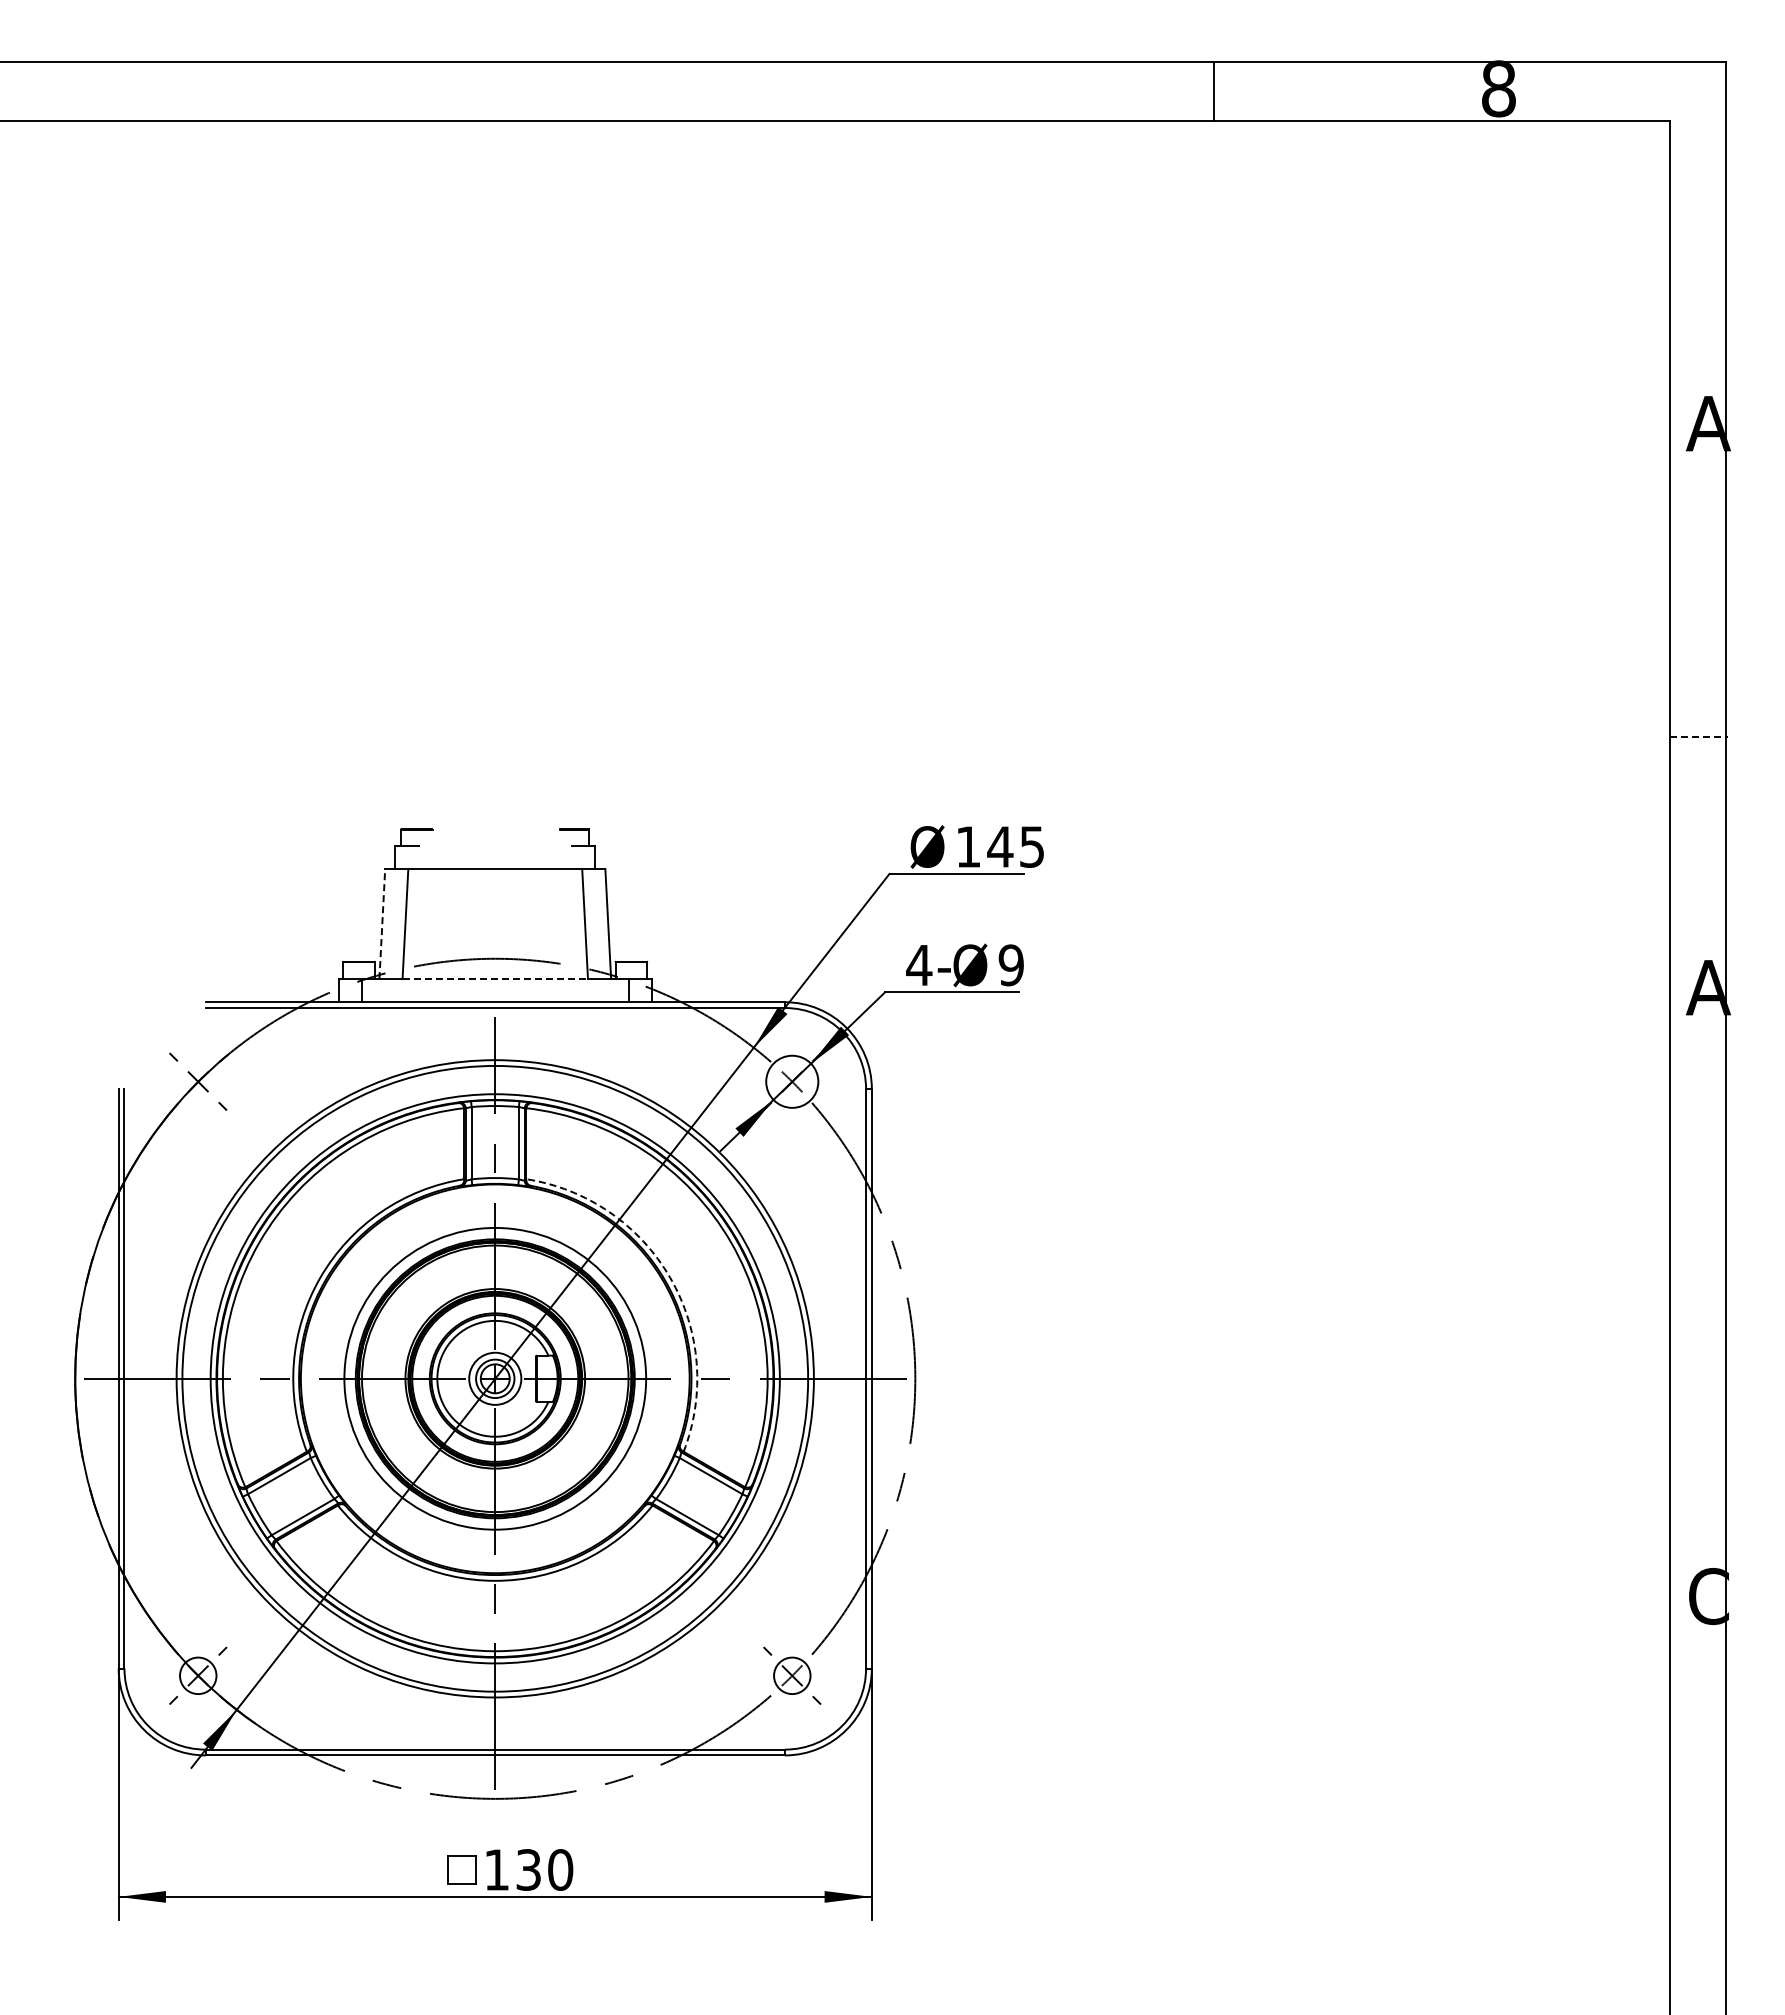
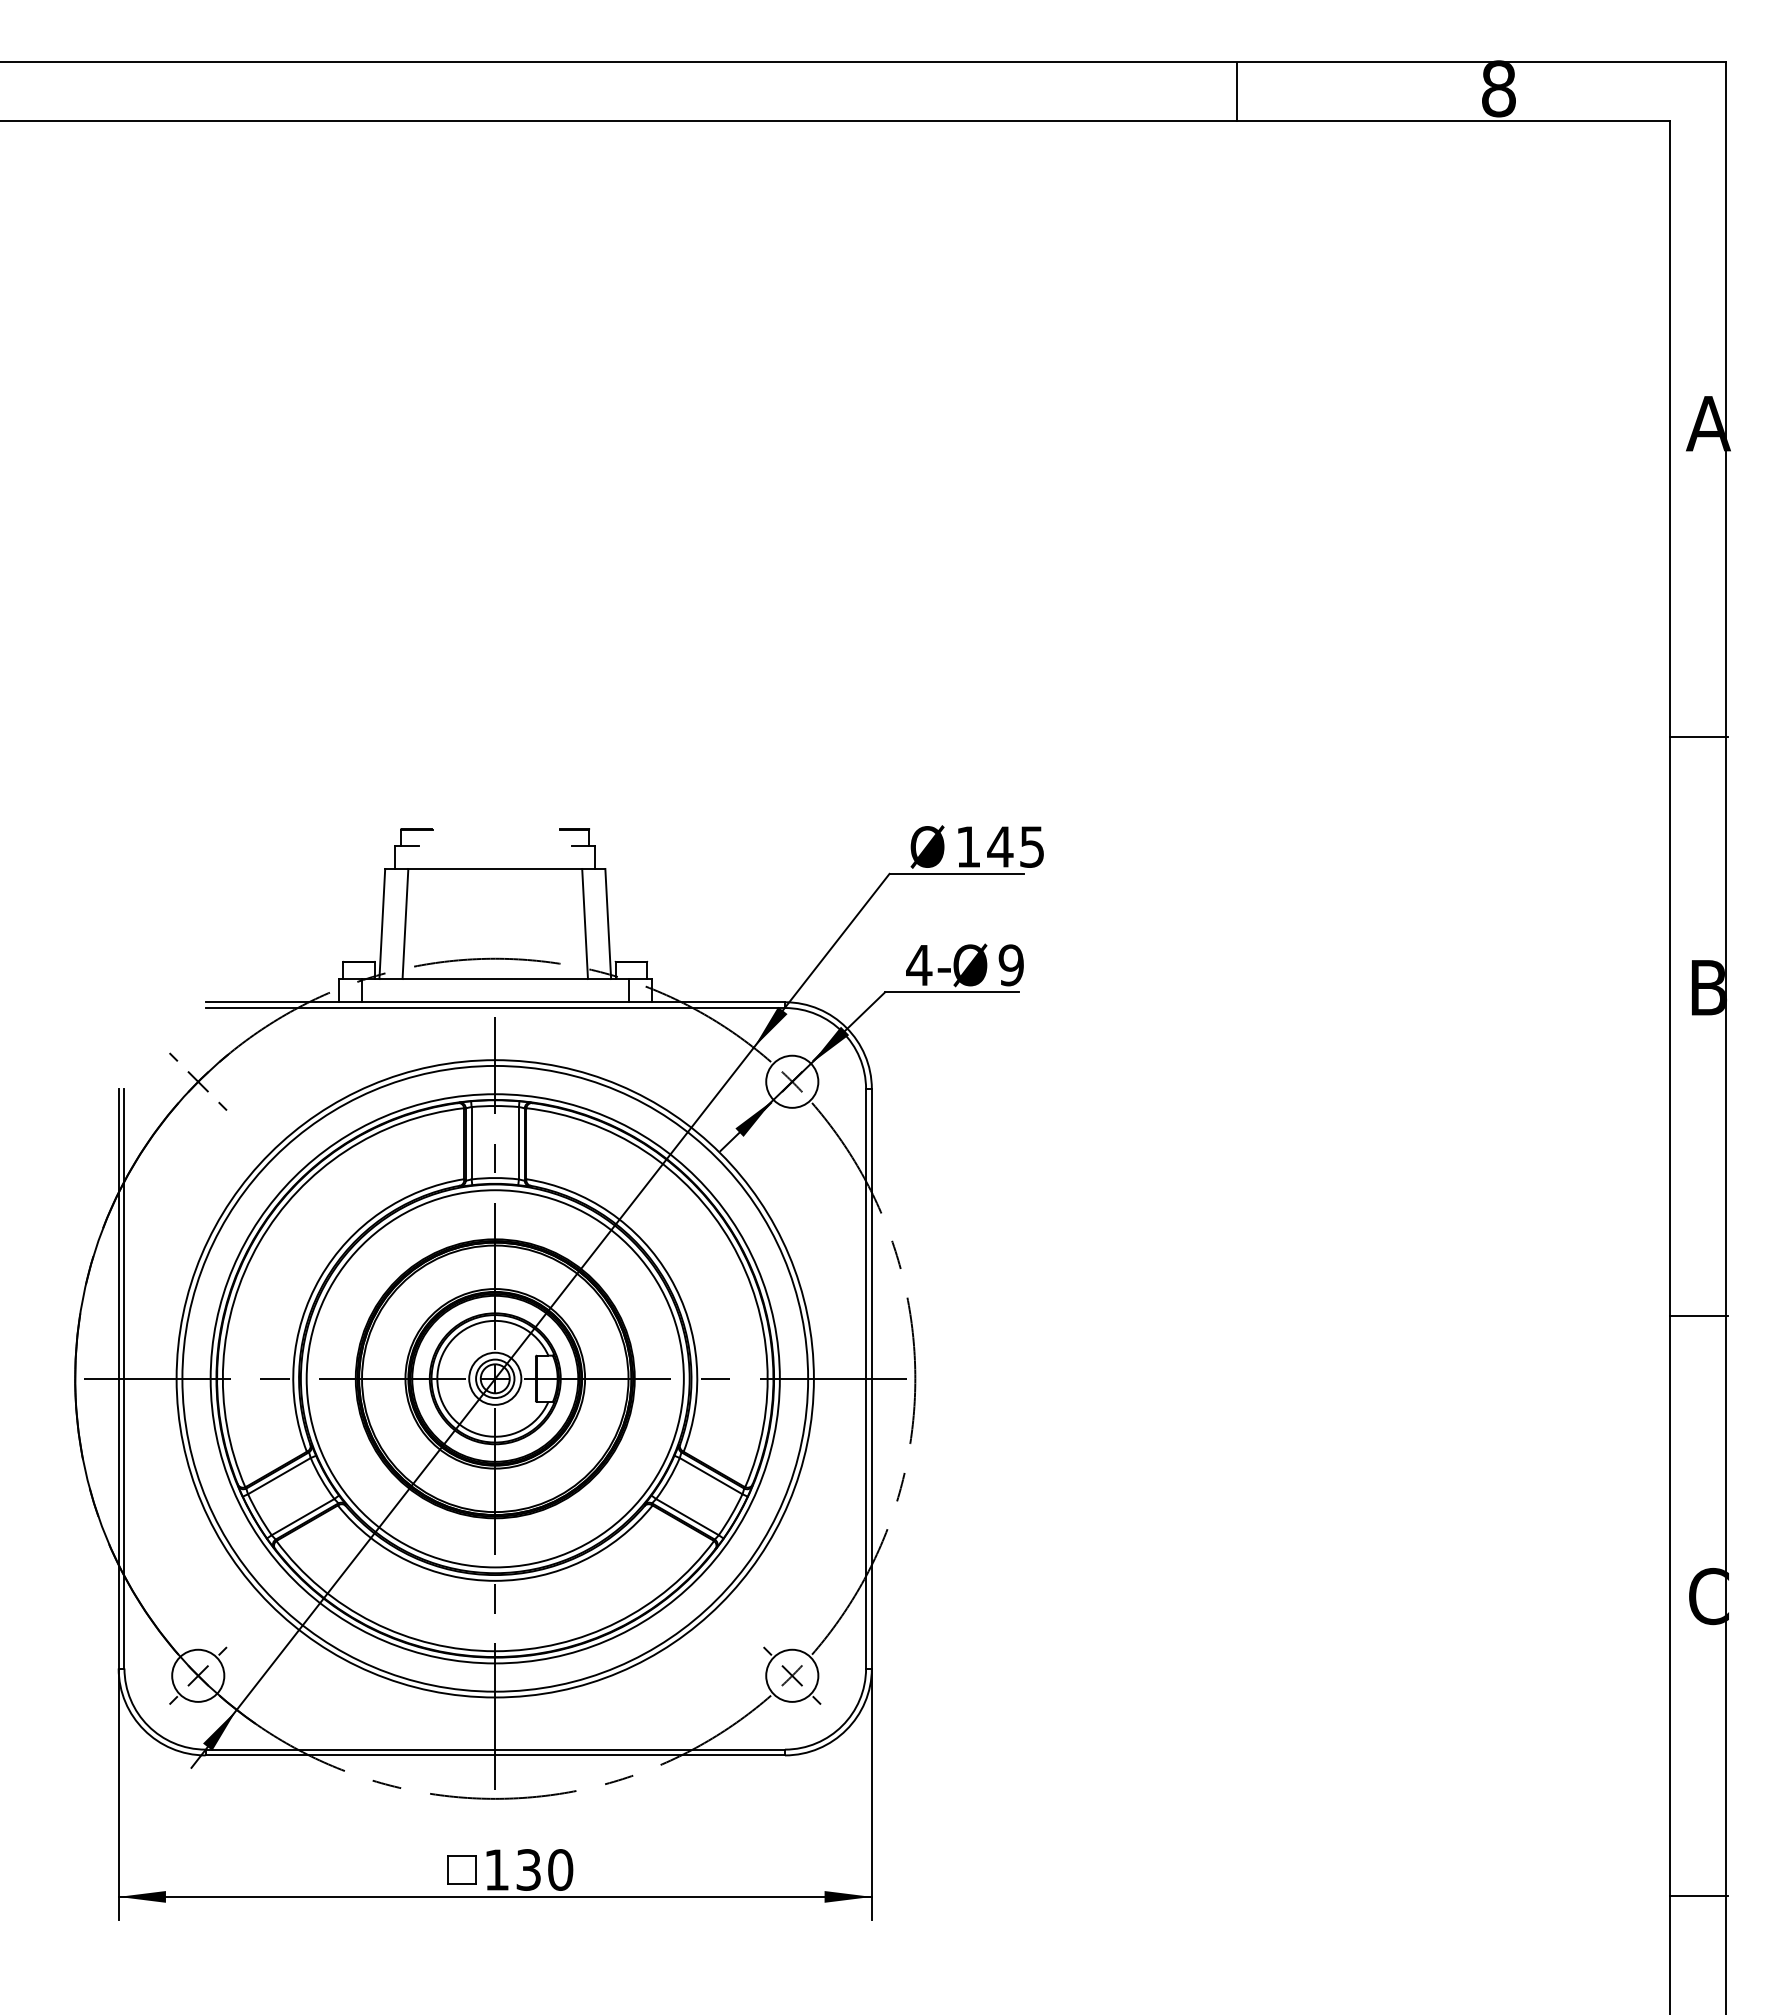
line at (1214, 92) position: (1214, 92) -> (1237, 92)
line at (1698, 737): dashed -> solid
line at (382, 923): dashed -> solid
line at (495, 979): dashed -> solid
text at (1708, 987): A -> B
arc at (670, 1277): dashed -> solid
line at (1698, 1316): none -> present
circle at (495, 1378) diameter: 302 px -> 377 px
circle at (198, 1675) diameter: 37 px -> 52 px
circle at (792, 1675) diameter: 37 px -> 52 px
line at (1698, 1895): none -> present
